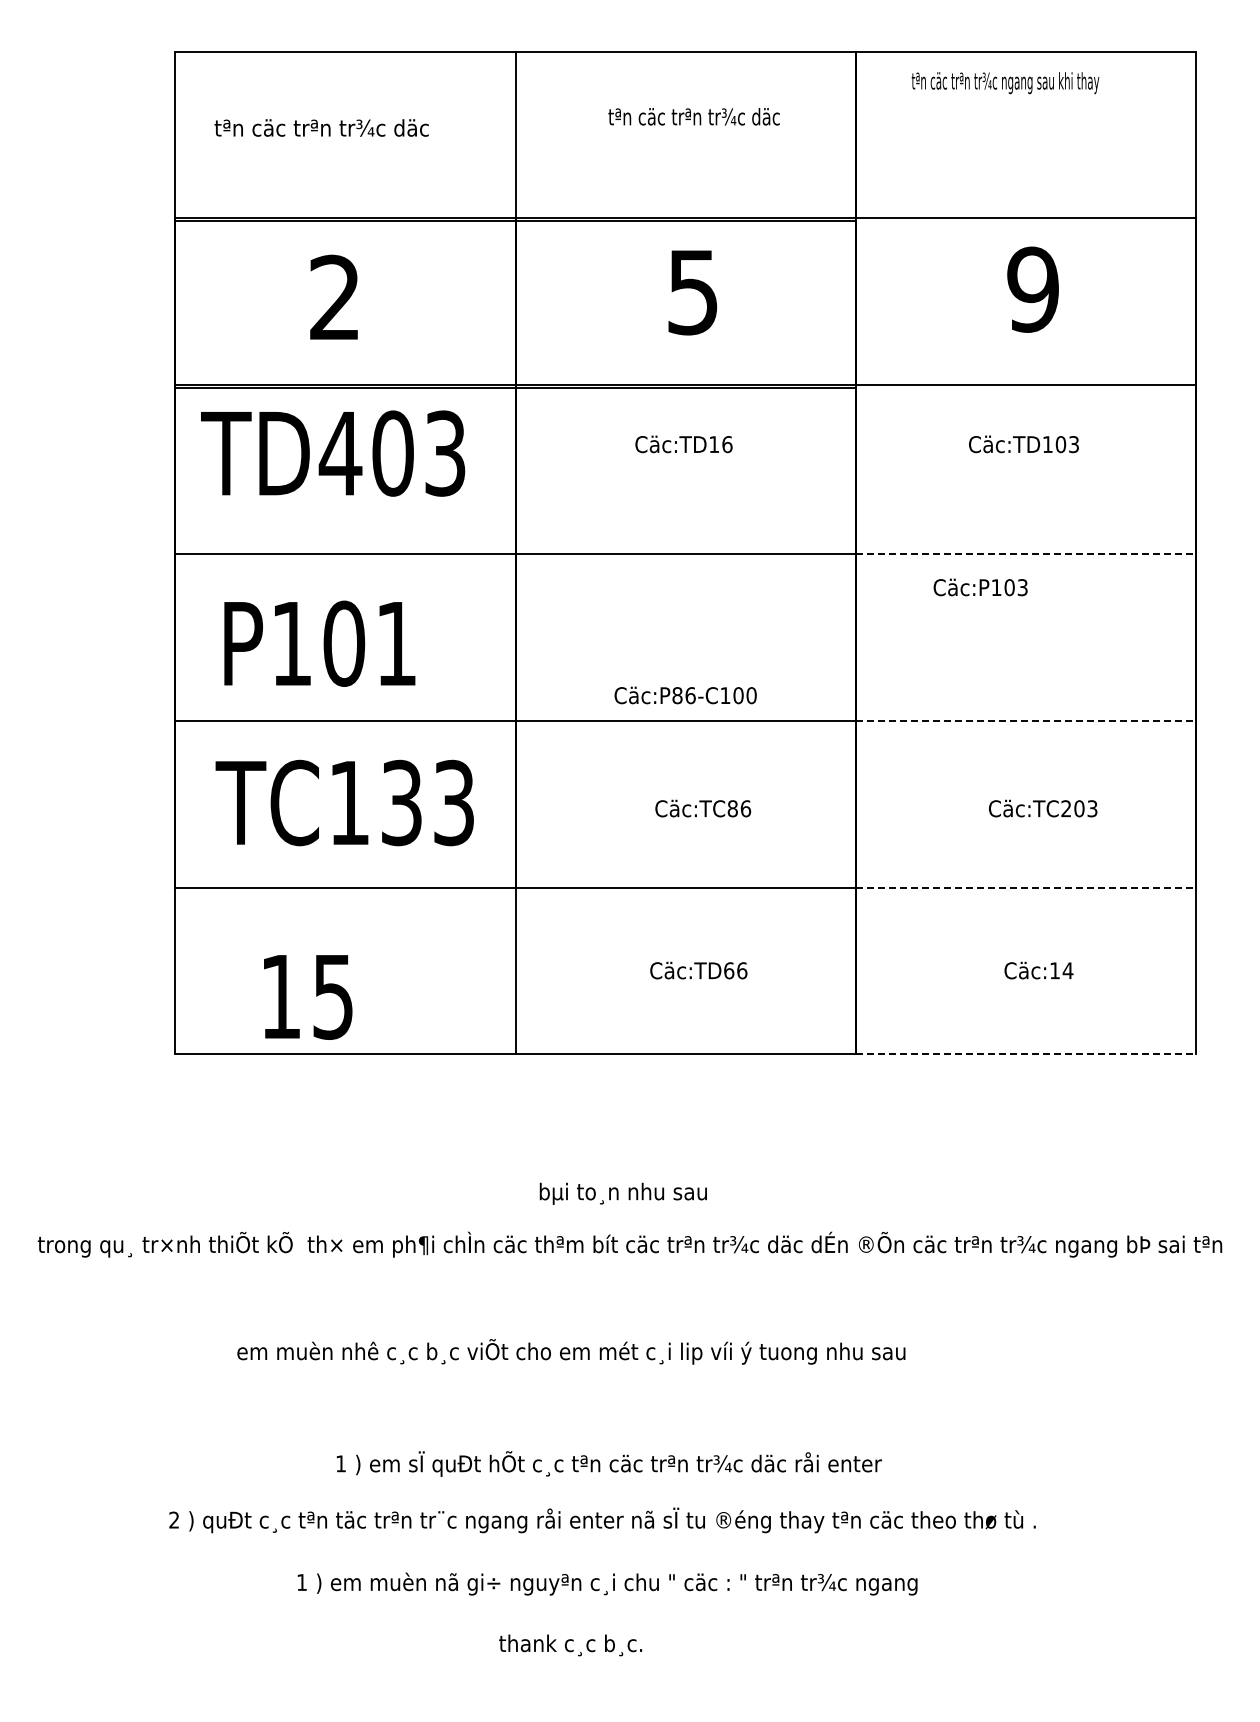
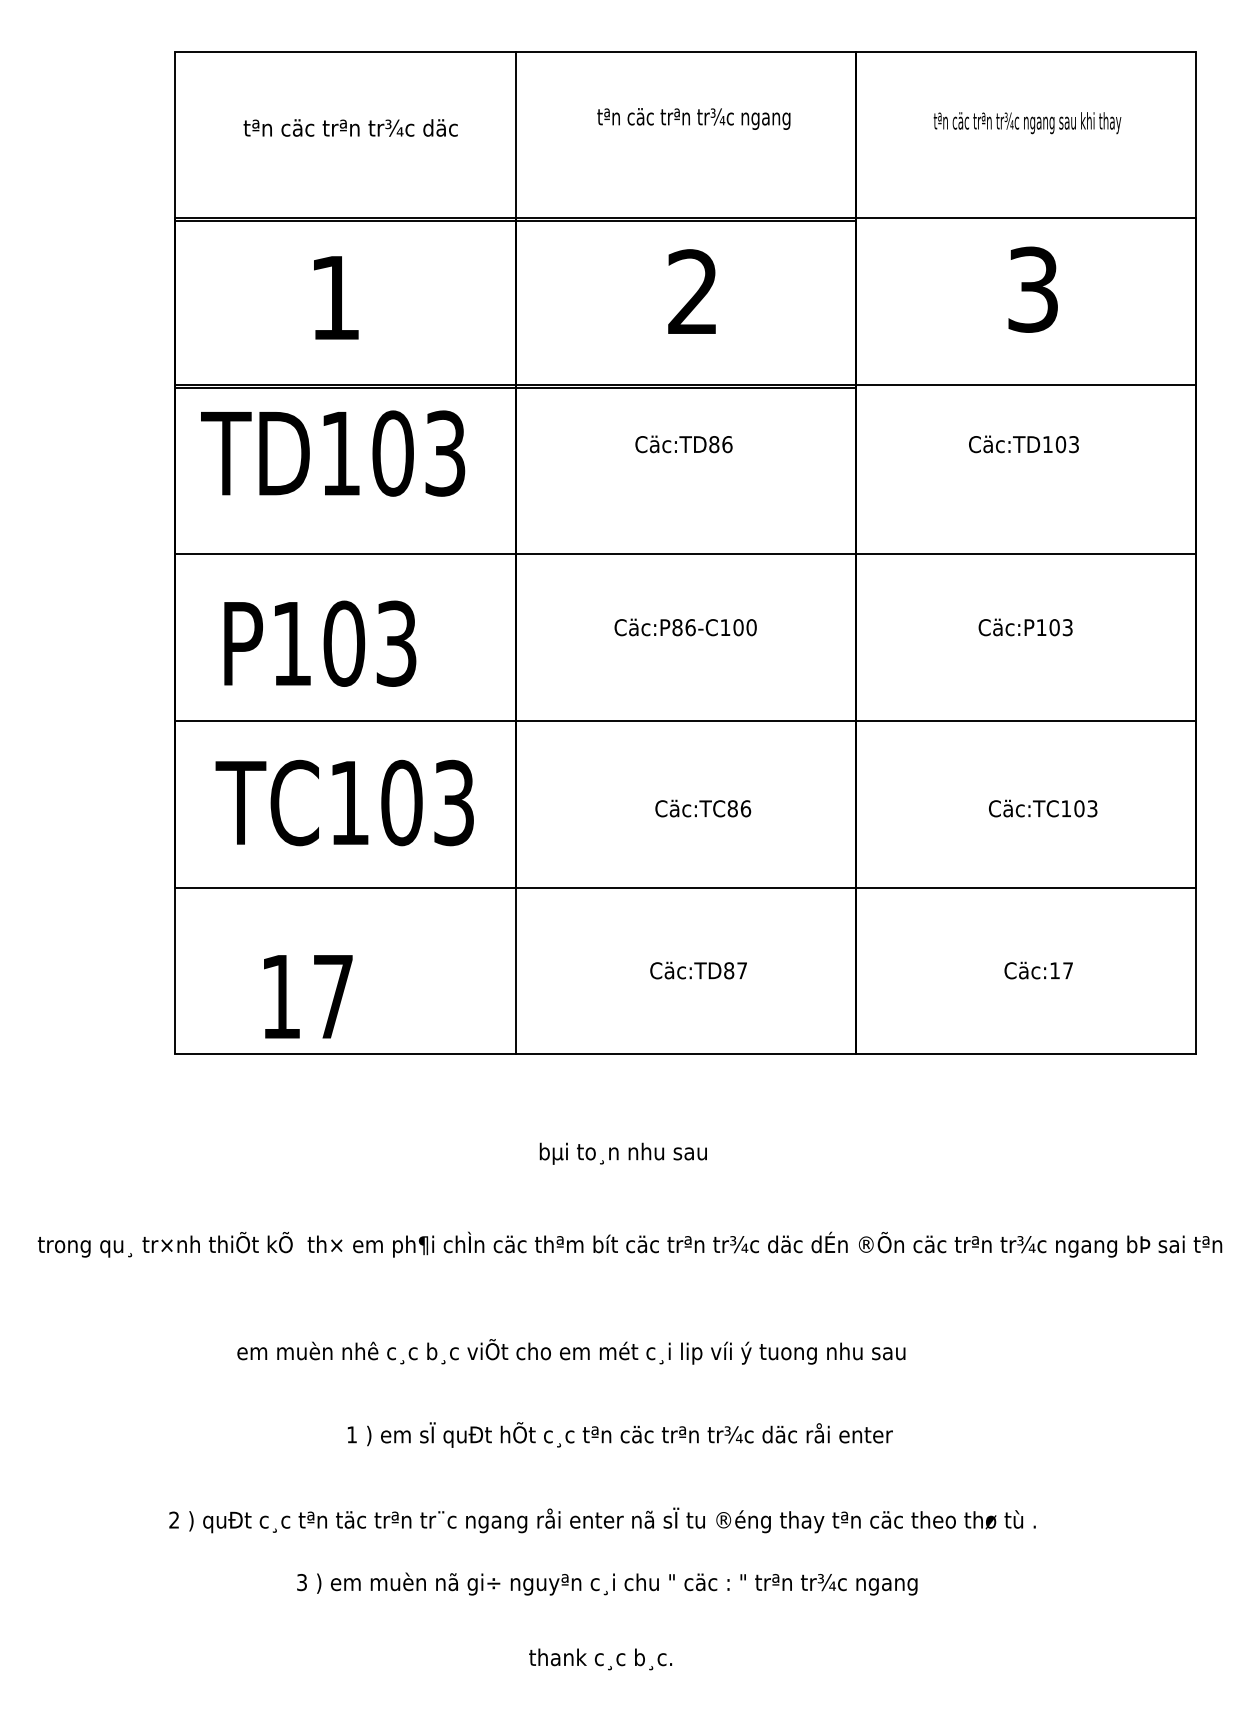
text at (1005, 83) position: (1005, 83) -> (1027, 123)
text at (693, 118): tªn cäc trªn tr¾c däc -> tªn cäc trªn tr¾c ngang
text at (321, 127) position: (321, 127) -> (350, 127)
text at (1032, 289): 9 -> 3
text at (692, 292): 5 -> 2
text at (334, 296): 2 -> 1
text at (714, 444): Cäc:TD16 -> Cäc:TD86
text at (340, 453): TD403 -> TD103
line at (1026, 554): dashed -> solid
text at (980, 587) position: (980, 587) -> (1025, 627)
text at (396, 643): P101 -> P103
text at (685, 695) position: (685, 695) -> (685, 627)
line at (1026, 720): dashed -> solid
text at (401, 802): TC133 -> TC103
text at (1065, 808): Cäc:TC203 -> Cäc:TC103
line at (1026, 887): dashed -> solid
text at (735, 970): Cäc:TD66 -> Cäc:TD87
text at (1067, 970): Cäc:14 -> Cäc:17
text at (332, 997): 15 -> 17
line at (1026, 1054): dashed -> solid
text at (622, 1193) position: (622, 1193) -> (622, 1153)
text at (608, 1463) position: (608, 1463) -> (619, 1434)
text at (301, 1582): 1 -> 3
text at (570, 1645) position: (570, 1645) -> (600, 1659)
